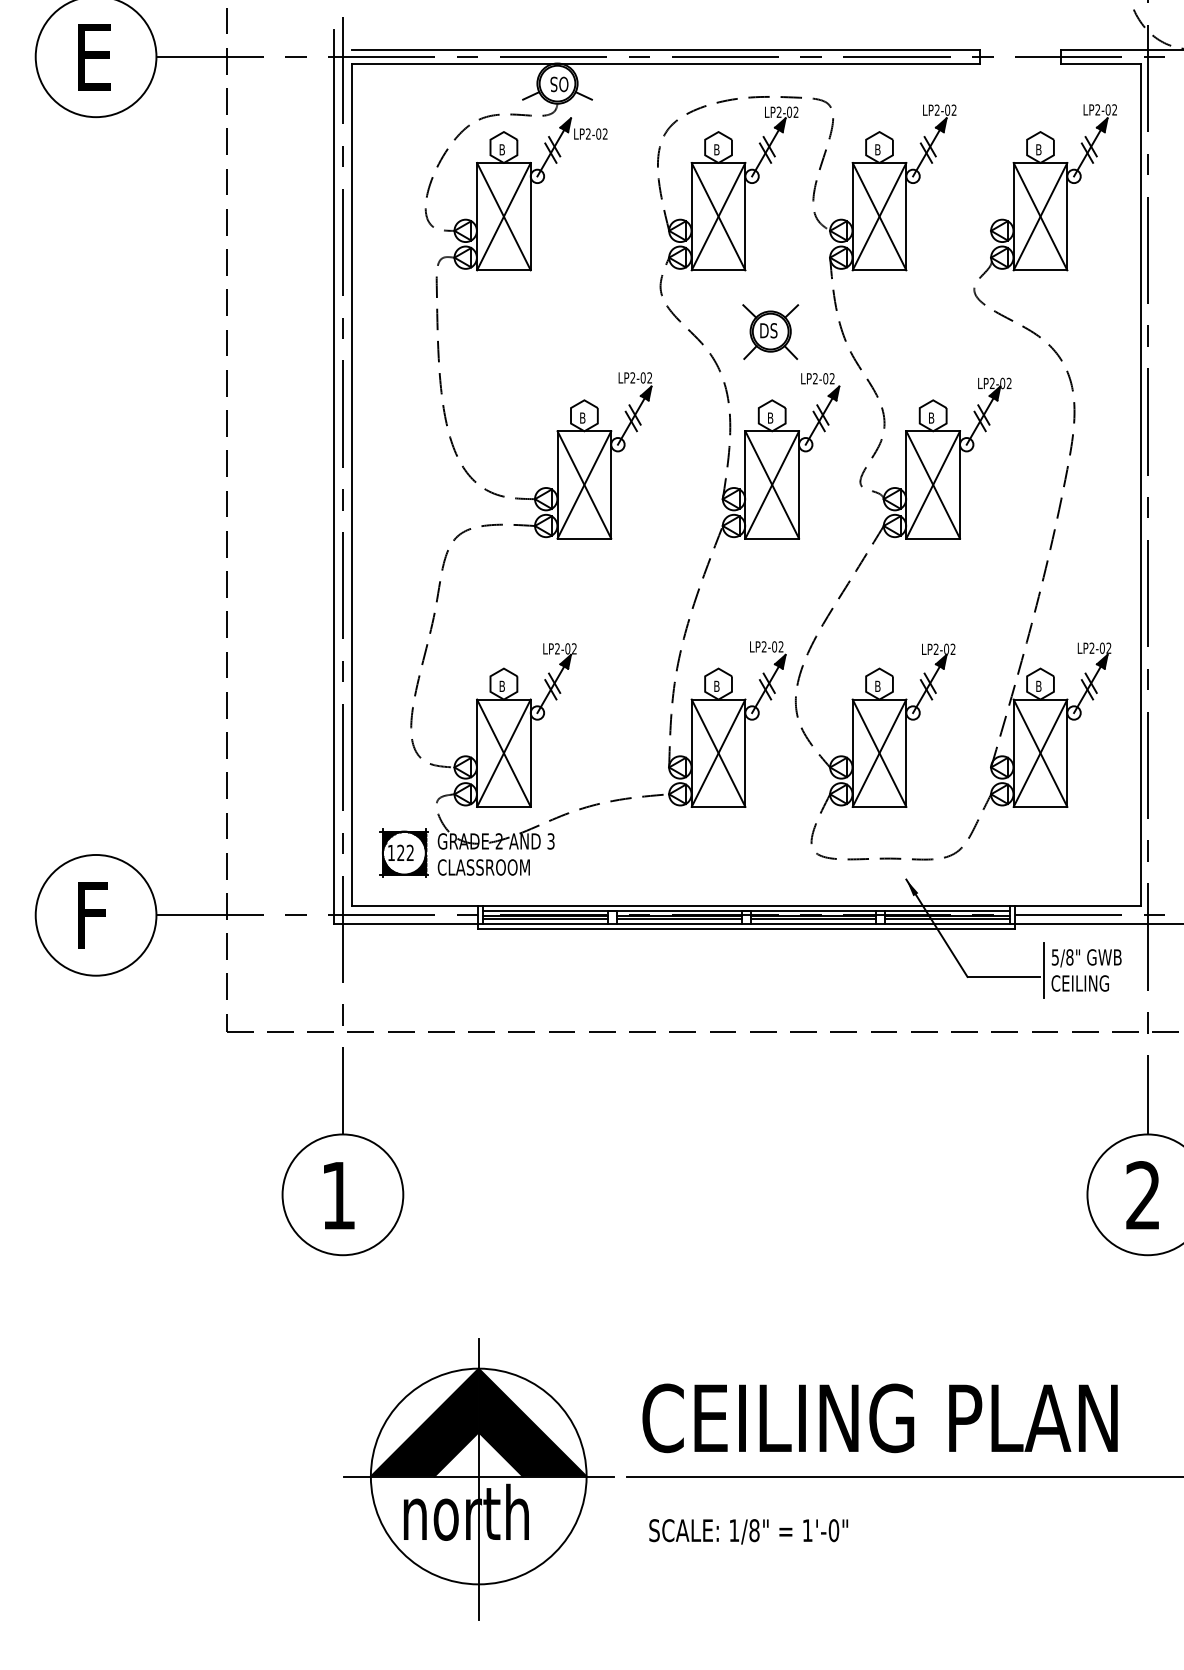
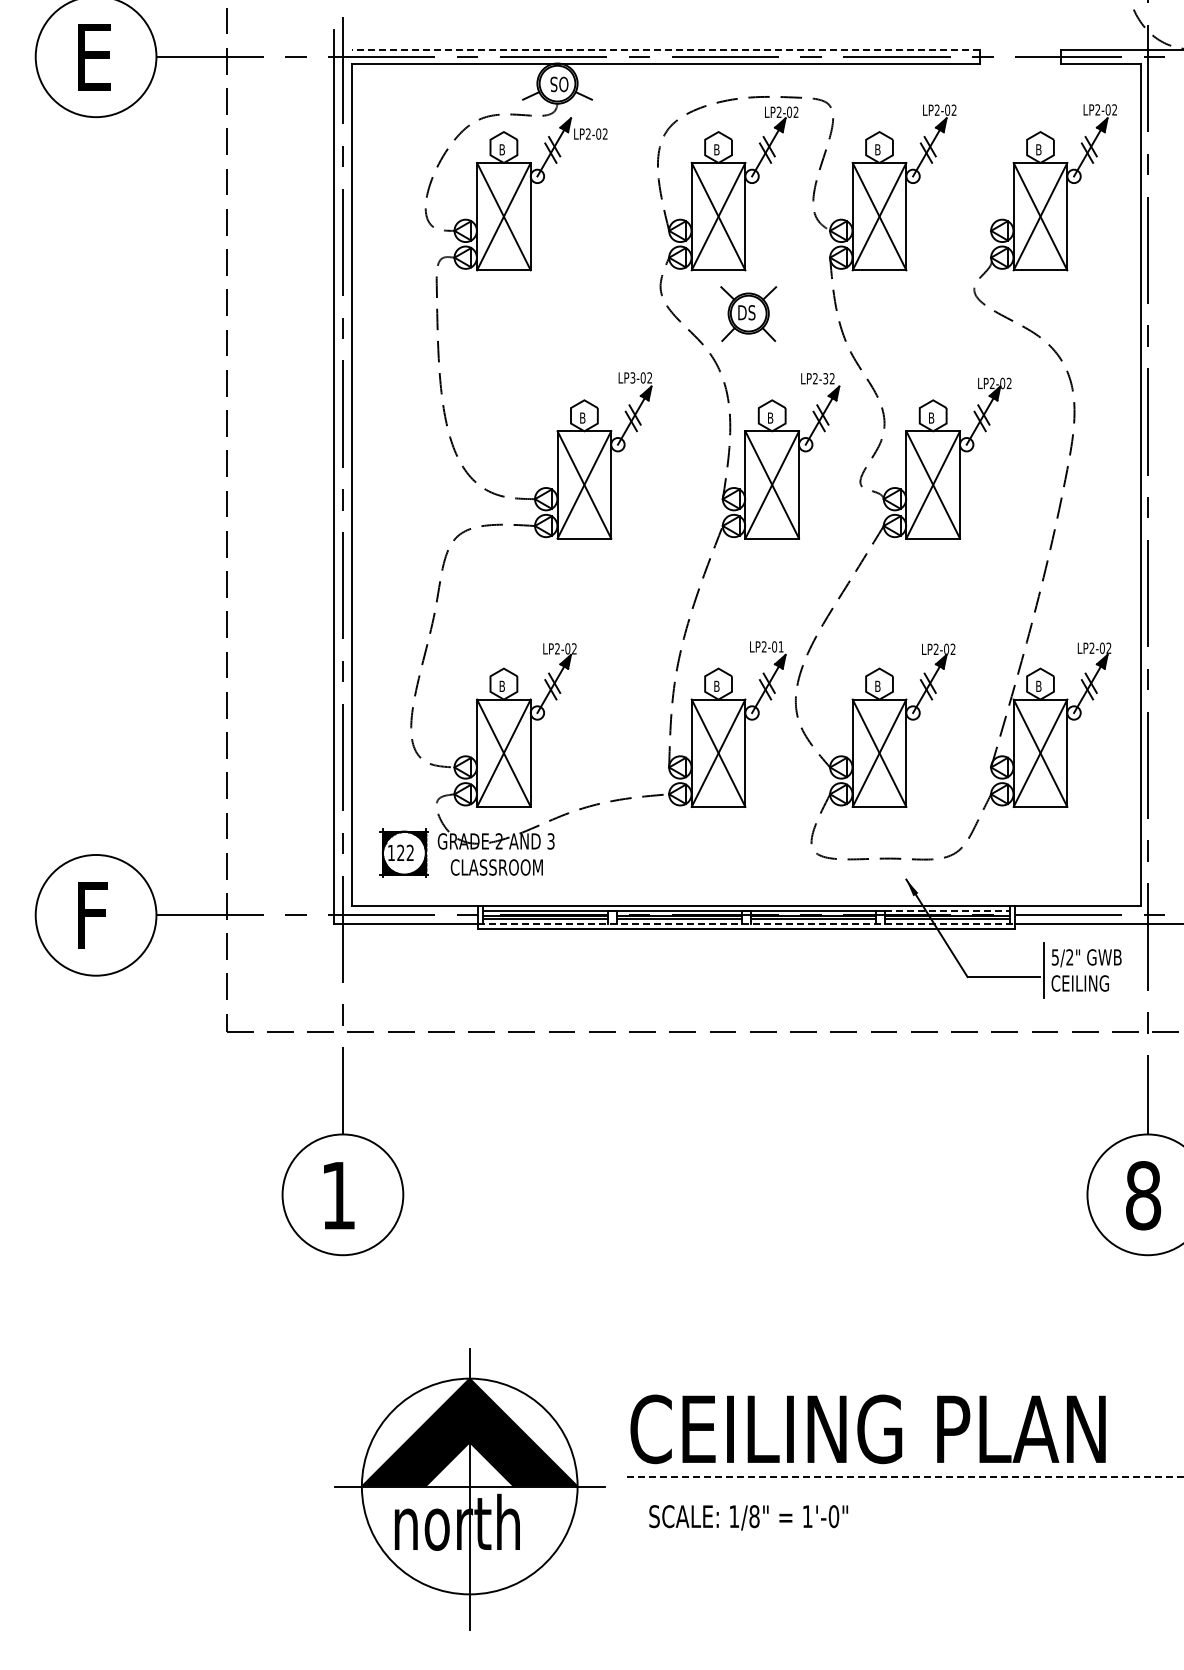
line at (665, 50): solid -> dashed
part at (770, 331) position: (770, 331) -> (748, 313)
text at (632, 378): LP2-02 -> LP3-02
text at (825, 378): LP2-02 -> LP2-32
text at (780, 646): LP2-02 -> LP2-01
text at (483, 867) position: (483, 867) -> (496, 867)
line at (947, 910): solid -> dashed
line at (747, 924): solid -> dashed
text at (1069, 957): 5/8" -> 5/2"
text at (1143, 1195): 2 -> 8
text at (879, 1418) position: (879, 1418) -> (867, 1429)
line at (905, 1476): solid -> dashed
part at (478, 1479) position: (478, 1479) -> (469, 1489)
text at (748, 1531) position: (748, 1531) -> (748, 1517)
